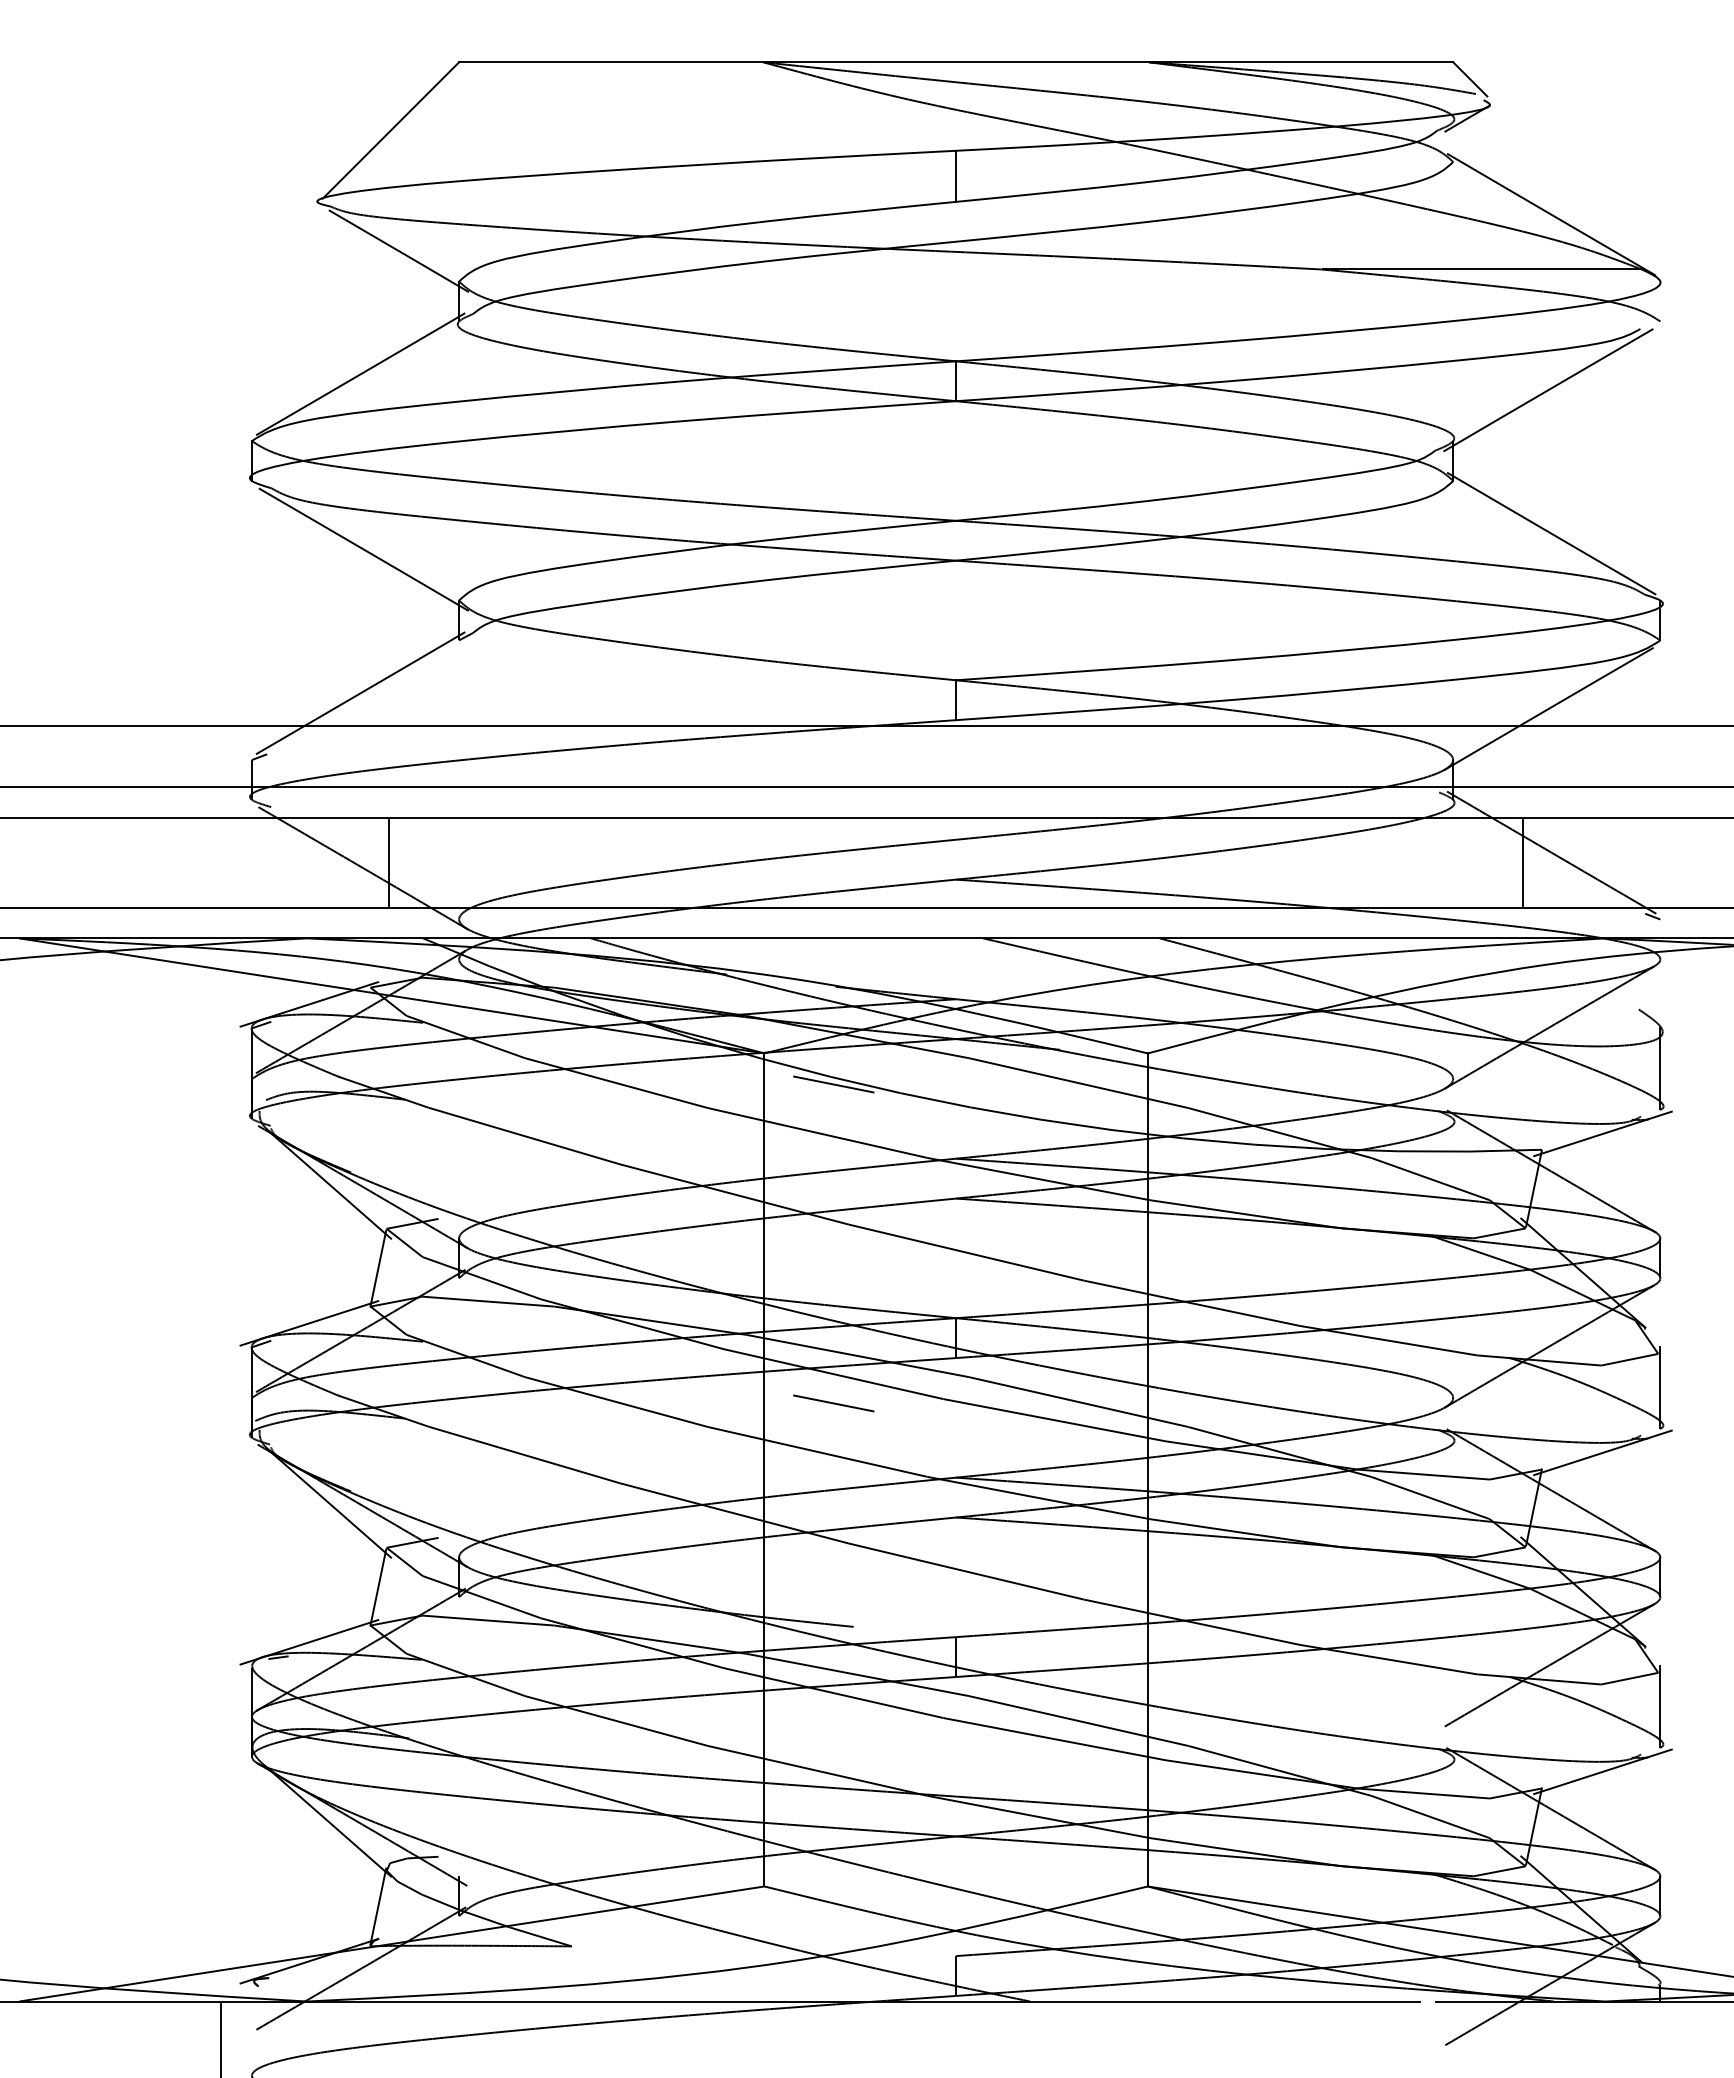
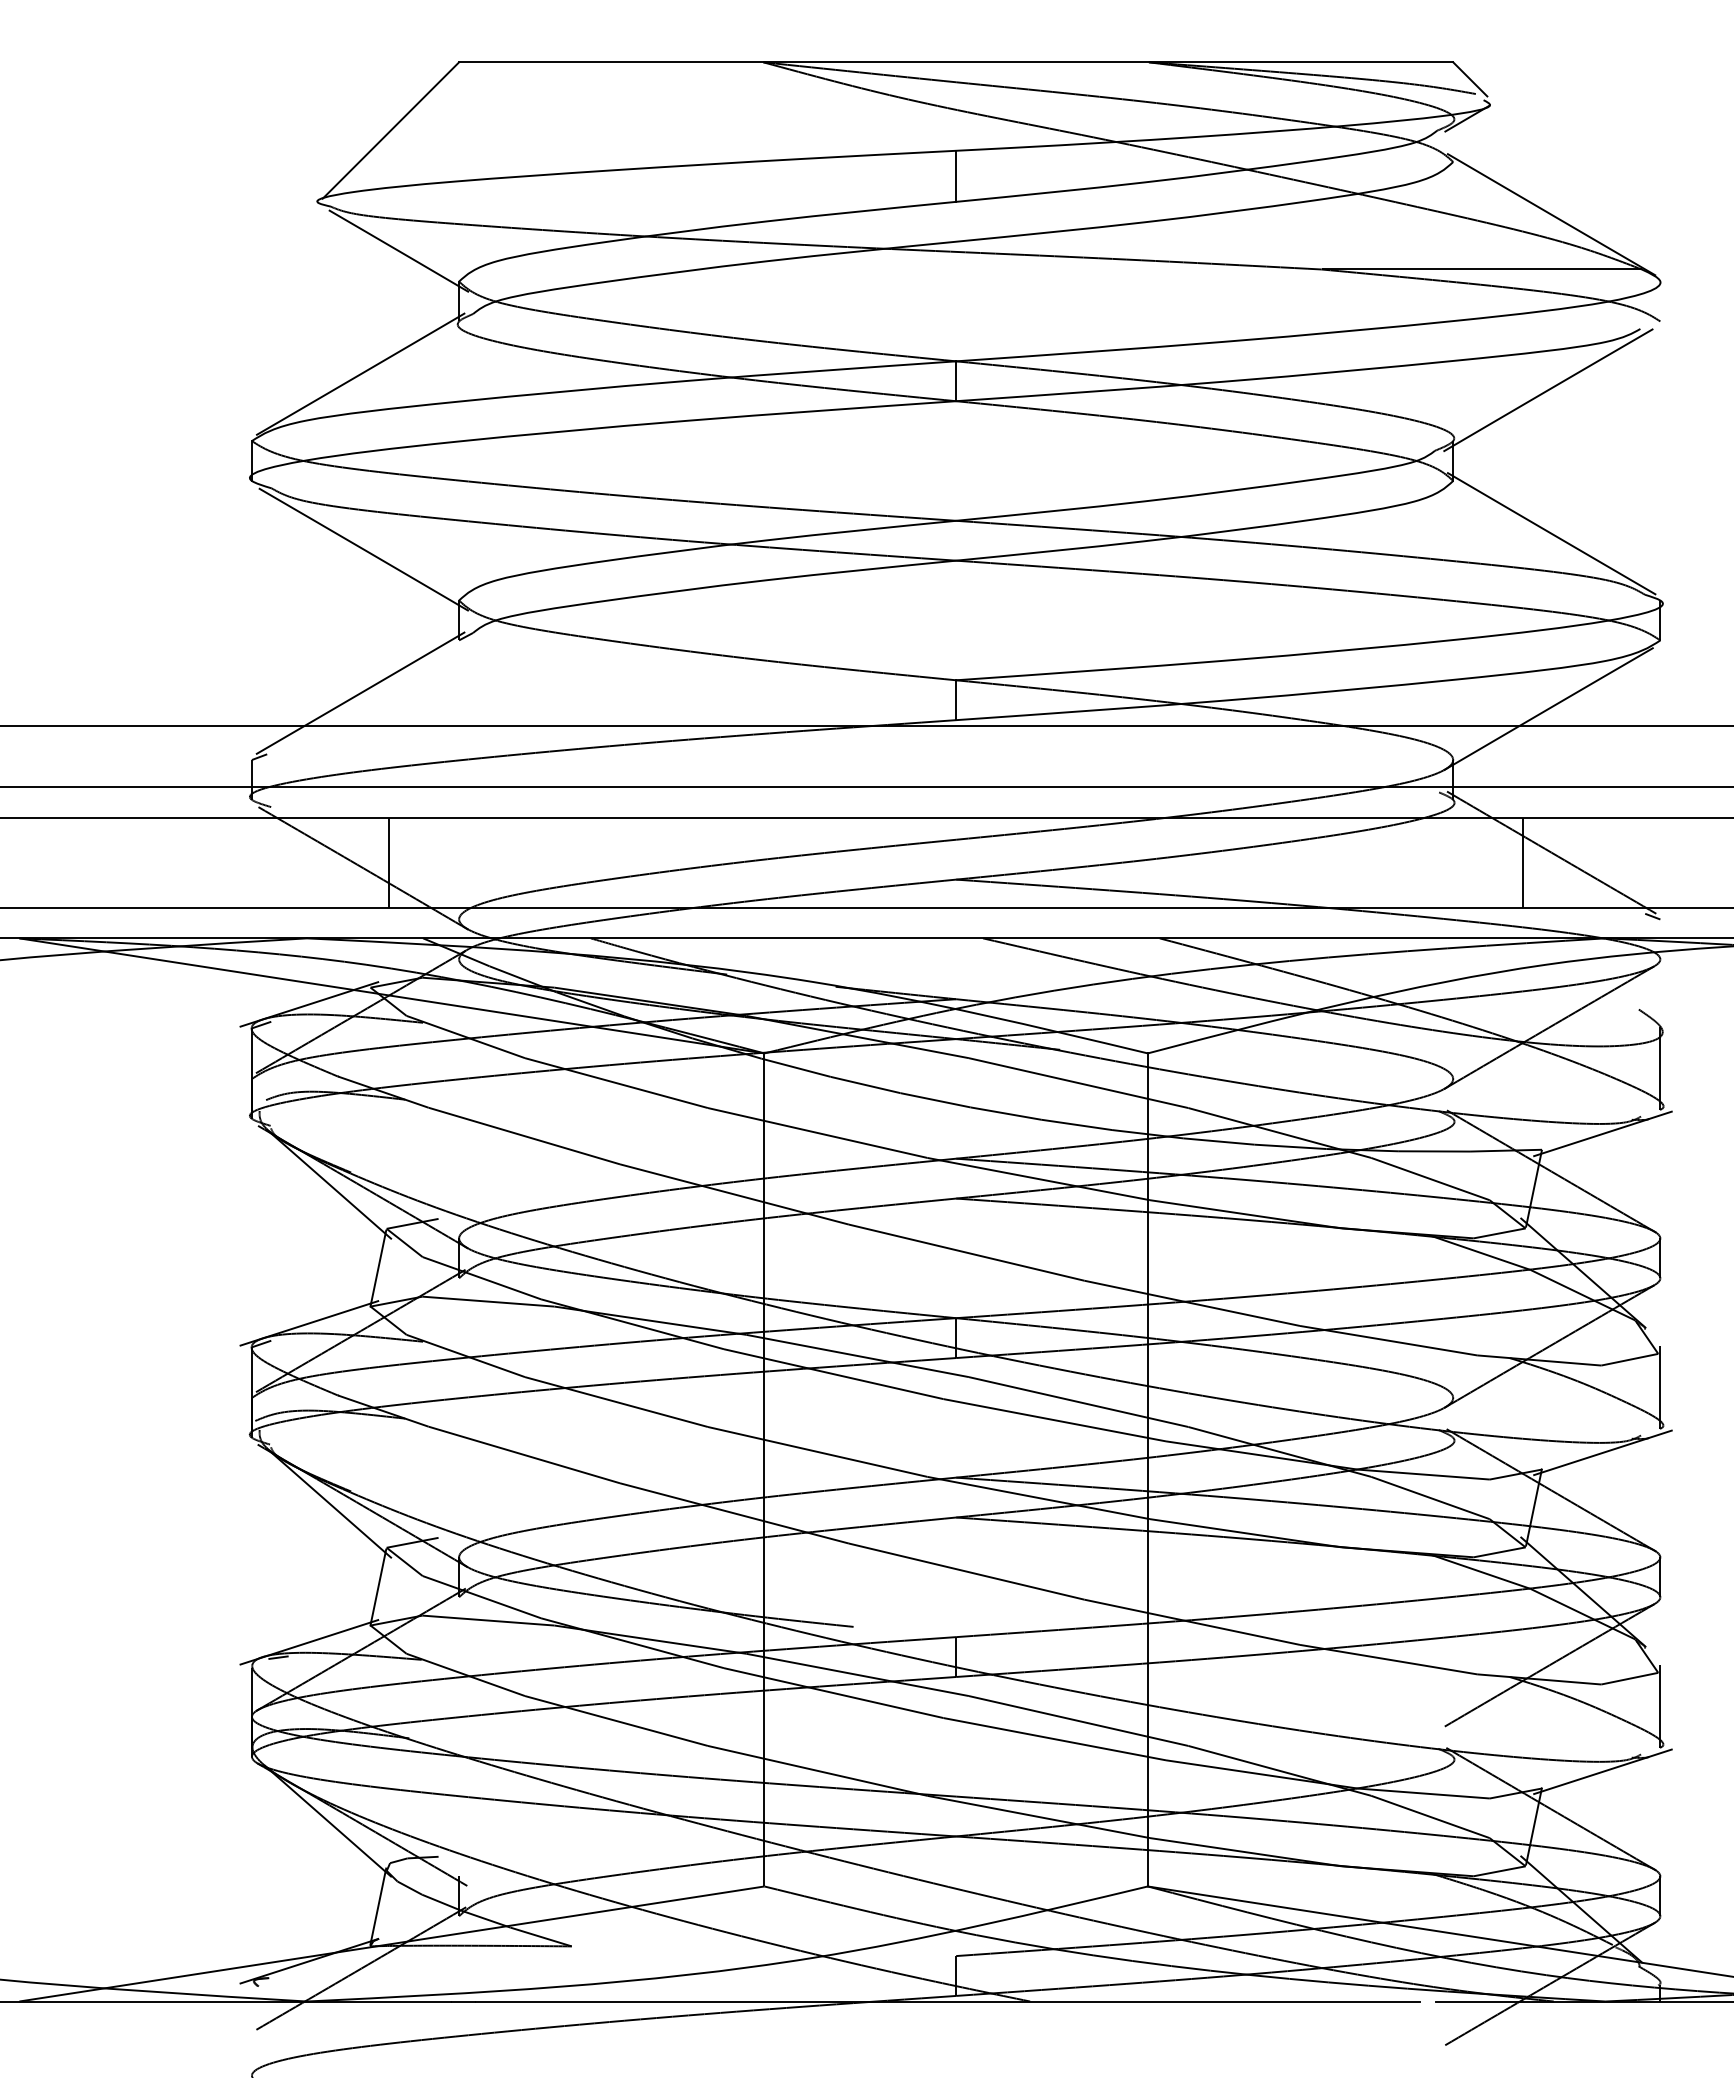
line at (833, 1084): present -> none
line at (833, 1403): present -> none
line at (221, 2037): present -> none
